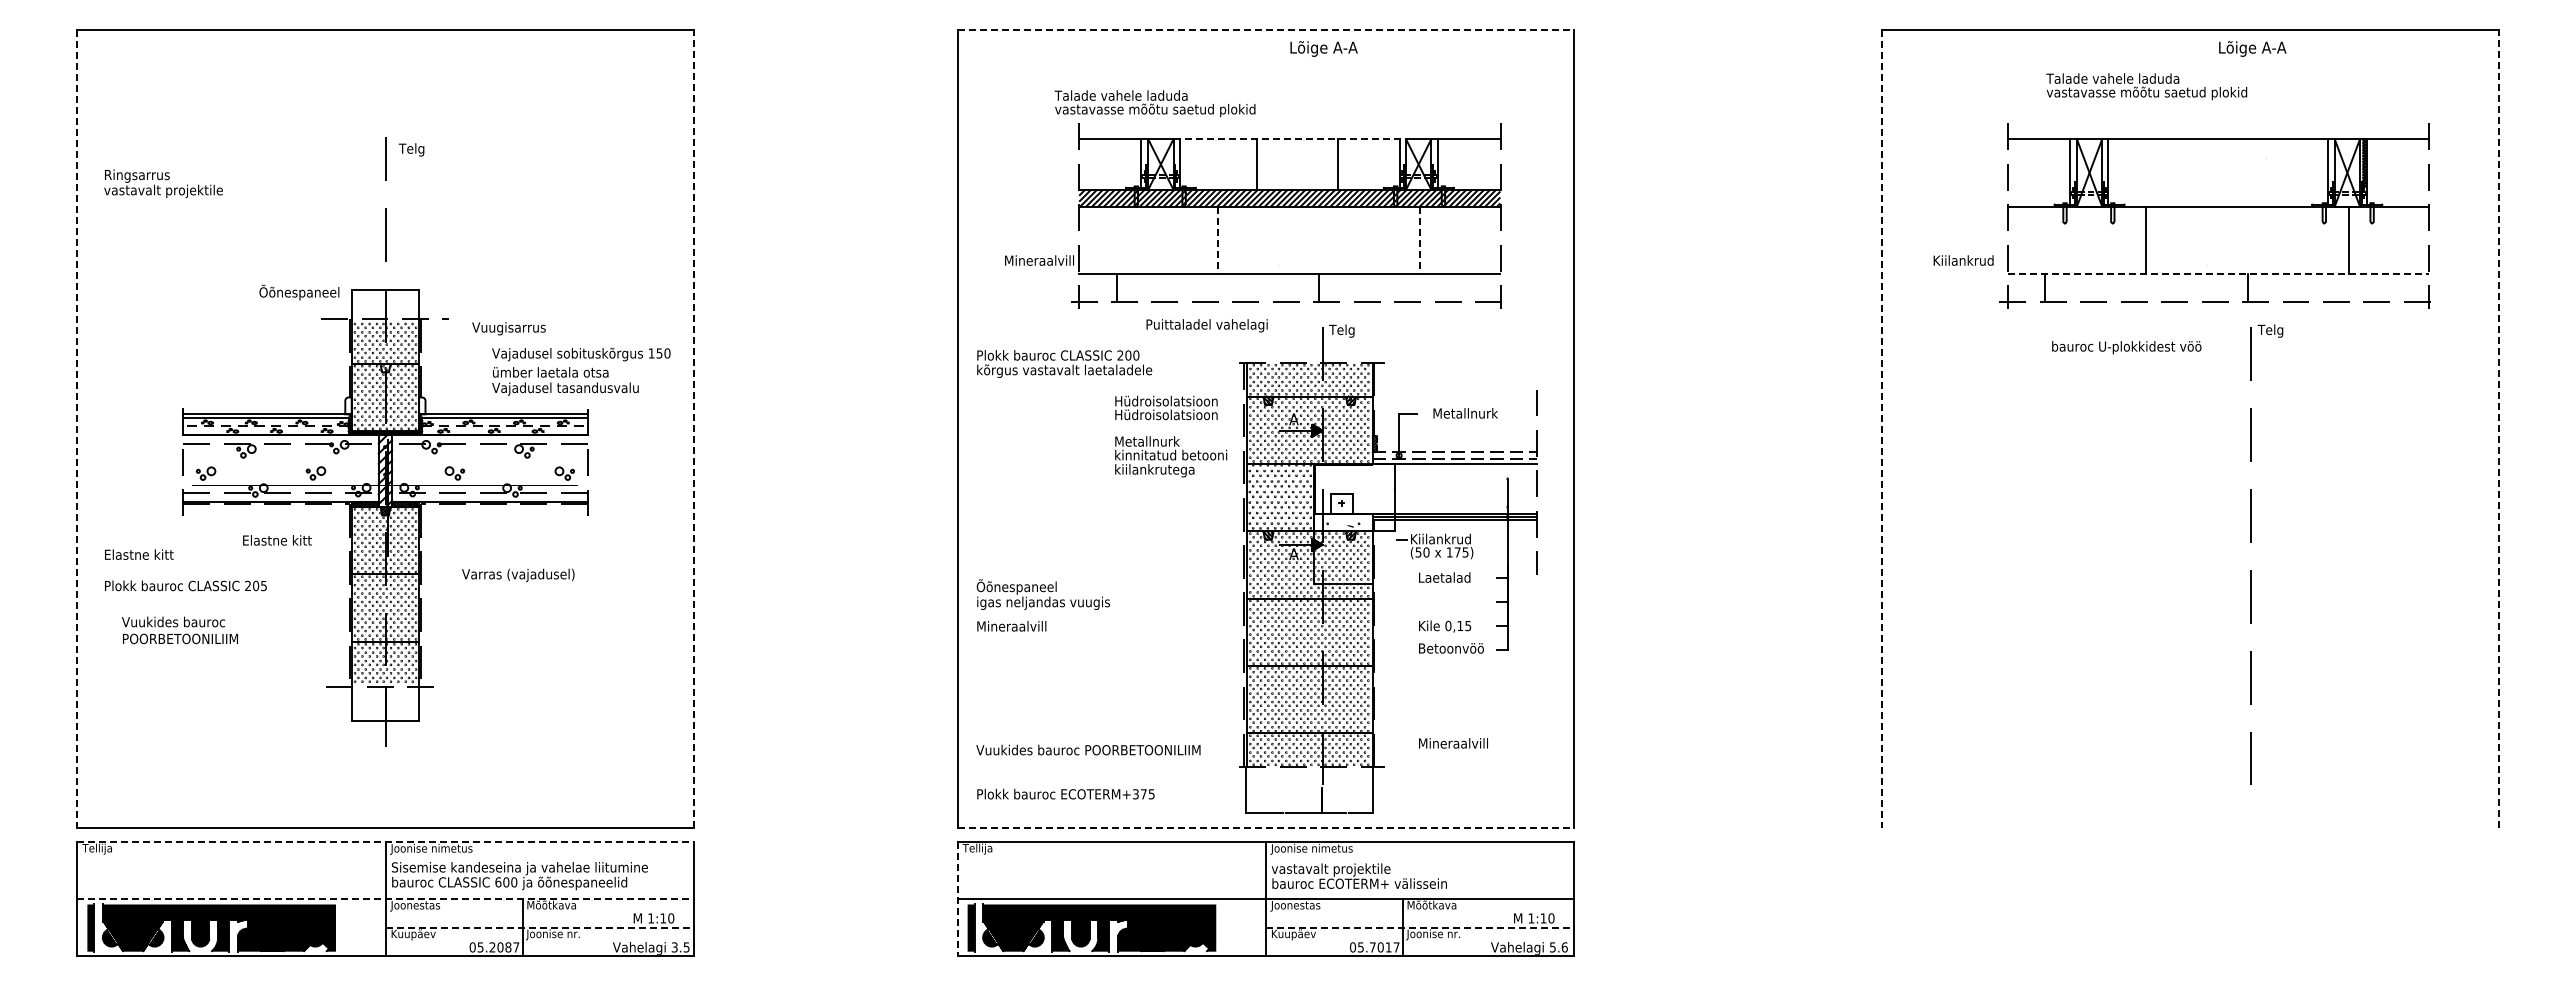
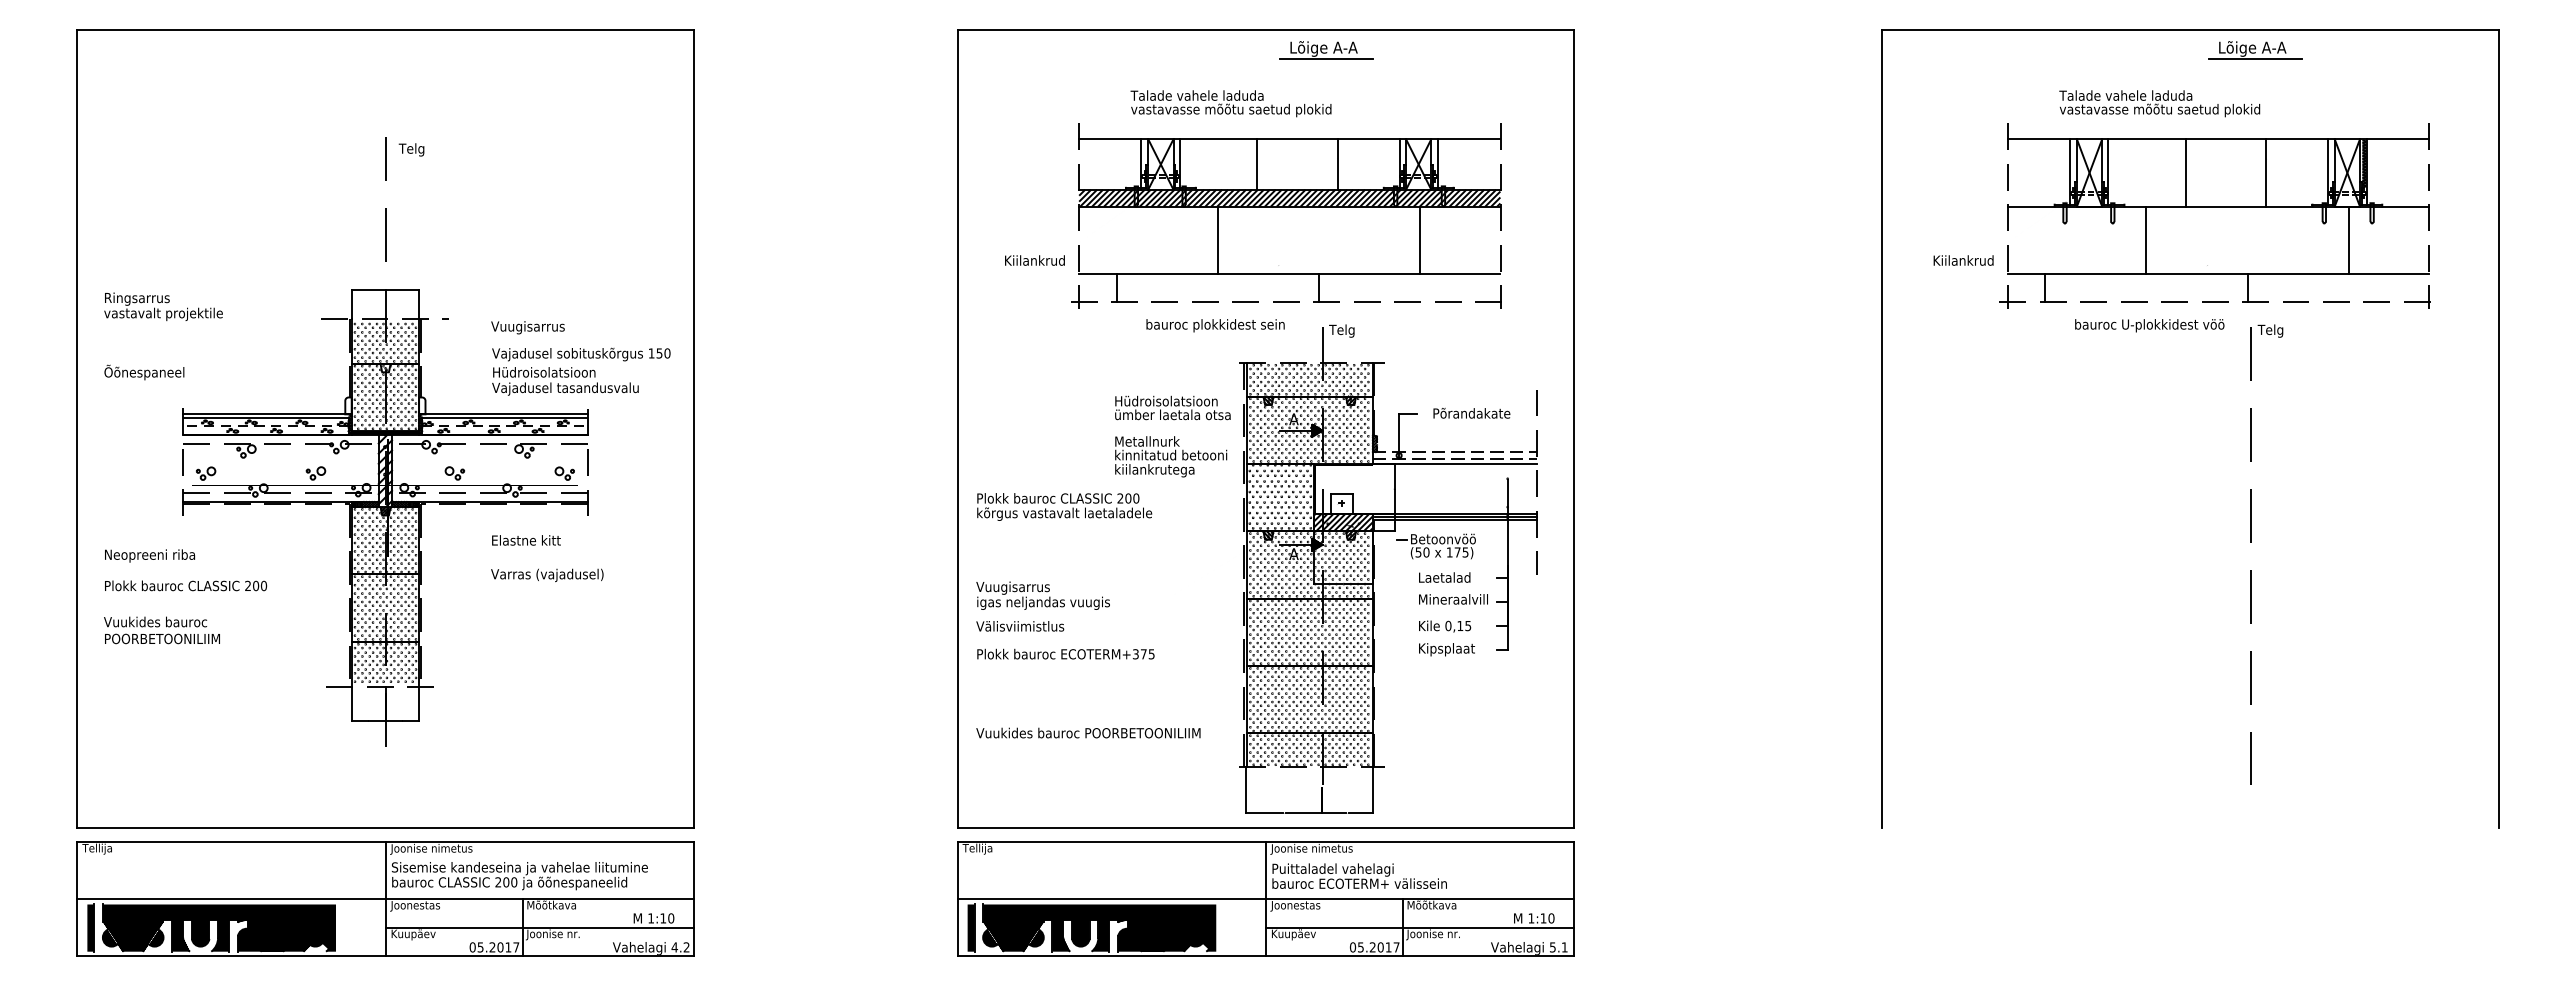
line at (1266, 29): dashed -> solid
line at (1326, 59): none -> present
line at (2255, 59): none -> present
text at (2146, 86) position: (2146, 86) -> (2159, 103)
text at (1154, 103) position: (1154, 103) -> (1230, 103)
line at (1290, 139): dashed -> solid
line at (2185, 172): none -> present
line at (2266, 172): none -> present
text at (163, 183) position: (163, 183) -> (163, 306)
line at (1217, 240): dashed -> solid
line at (1419, 240): dashed -> solid
text at (1039, 260): Mineraalvill -> Kiilankrud
line at (2218, 274): dashed -> solid
text at (299, 292) position: (299, 292) -> (144, 372)
text at (1215, 325): Puittaladel vahelagi -> bauroc plokkidest sein
text at (508, 328) position: (508, 328) -> (527, 327)
text at (2126, 347) position: (2126, 347) -> (2149, 325)
text at (1064, 363) position: (1064, 363) -> (1064, 506)
text at (550, 372): ümber laetala otsa -> Hüdroisolatsioon
text at (1472, 412): Metallnurk -> Põrandakate
text at (1172, 414): Hüdroisolatsioon -> ümber laetala otsa
line at (693, 428): dashed -> solid
line at (2498, 428): dashed -> solid
line at (77, 429): dashed -> solid
line at (1882, 429): dashed -> solid
hatch at (1342, 522): none -> present
text at (1443, 538): Kiilankrud -> Betoonvöö
text at (277, 540) position: (277, 540) -> (526, 540)
text at (150, 555): Elastne kitt -> Neopreeni riba
text at (518, 575) position: (518, 575) -> (547, 575)
text at (263, 585): 205 -> 200
text at (1016, 586): Õõnespaneel -> Vuugisarrus
text at (1020, 626): Mineraalvill -> Välisviimistlus
text at (179, 630) position: (179, 630) -> (161, 630)
text at (1451, 649): Betoonvöö -> Kipsplaat
text at (1453, 743) position: (1453, 743) -> (1453, 599)
text at (1088, 749) position: (1088, 749) -> (1088, 732)
text at (1065, 793) position: (1065, 793) -> (1065, 653)
line at (1266, 828): dashed -> solid
line at (386, 842): dashed -> solid
text at (1332, 869): vastavalt projektile -> Puittaladel vahelagi
text at (498, 882): 600 -> 200
line at (386, 899): dashed -> solid
line at (957, 899): dashed -> solid
line at (540, 927): dashed -> solid
line at (1420, 927): dashed -> solid
text at (508, 947): 05.2087 -> 05.2017
text at (680, 947): 3.5 -> 4.2
text at (1372, 947): 05.7017 -> 05.2017
text at (1564, 947): 5.6 -> 5.1
